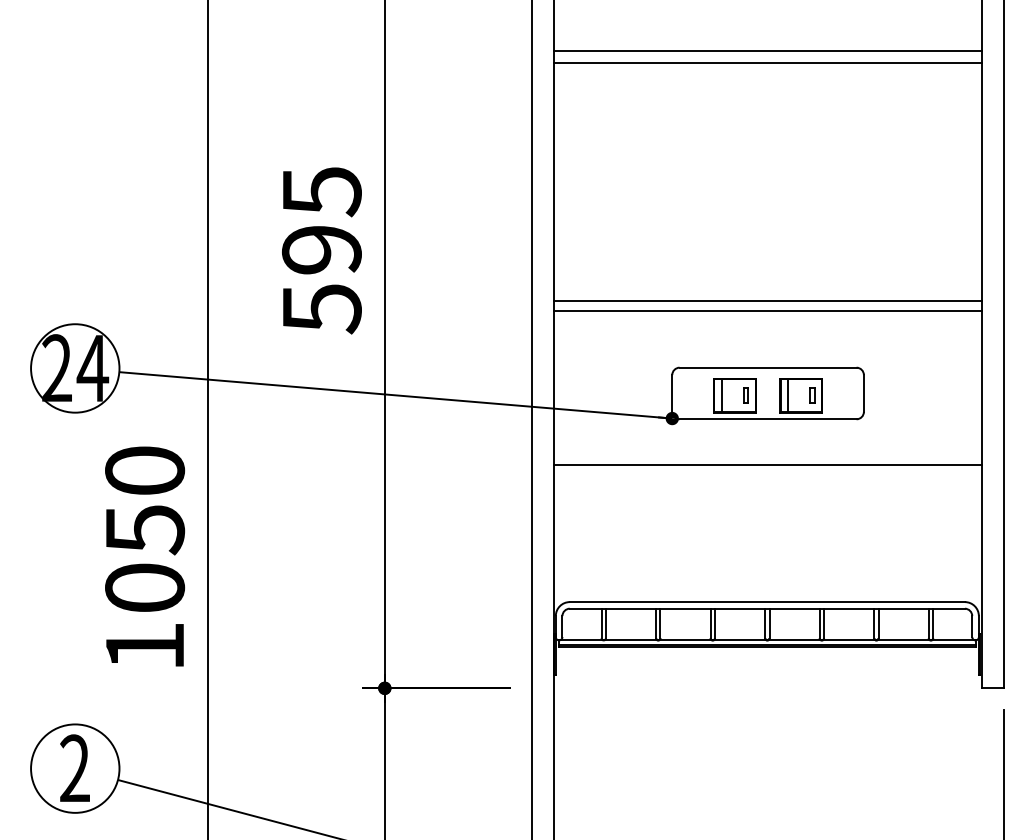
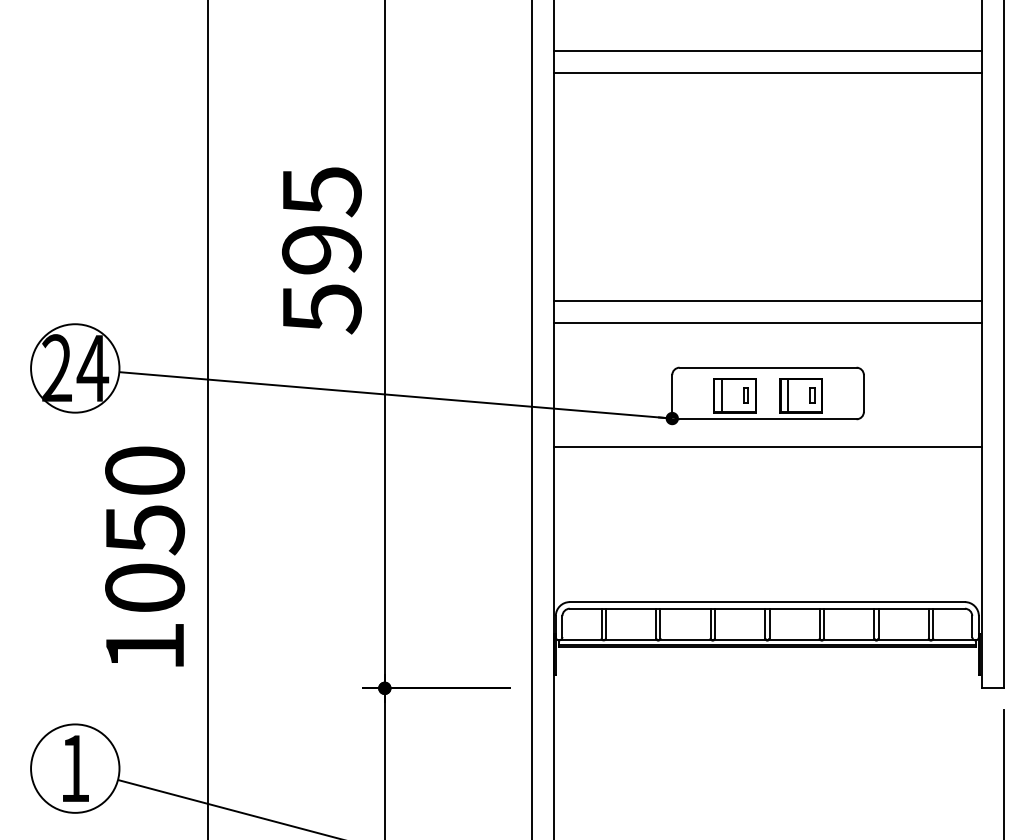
line at (767, 62) position: (767, 62) -> (767, 72)
line at (767, 311) position: (767, 311) -> (767, 323)
line at (767, 465) position: (767, 465) -> (767, 447)
text at (74, 767): 2 -> 1
